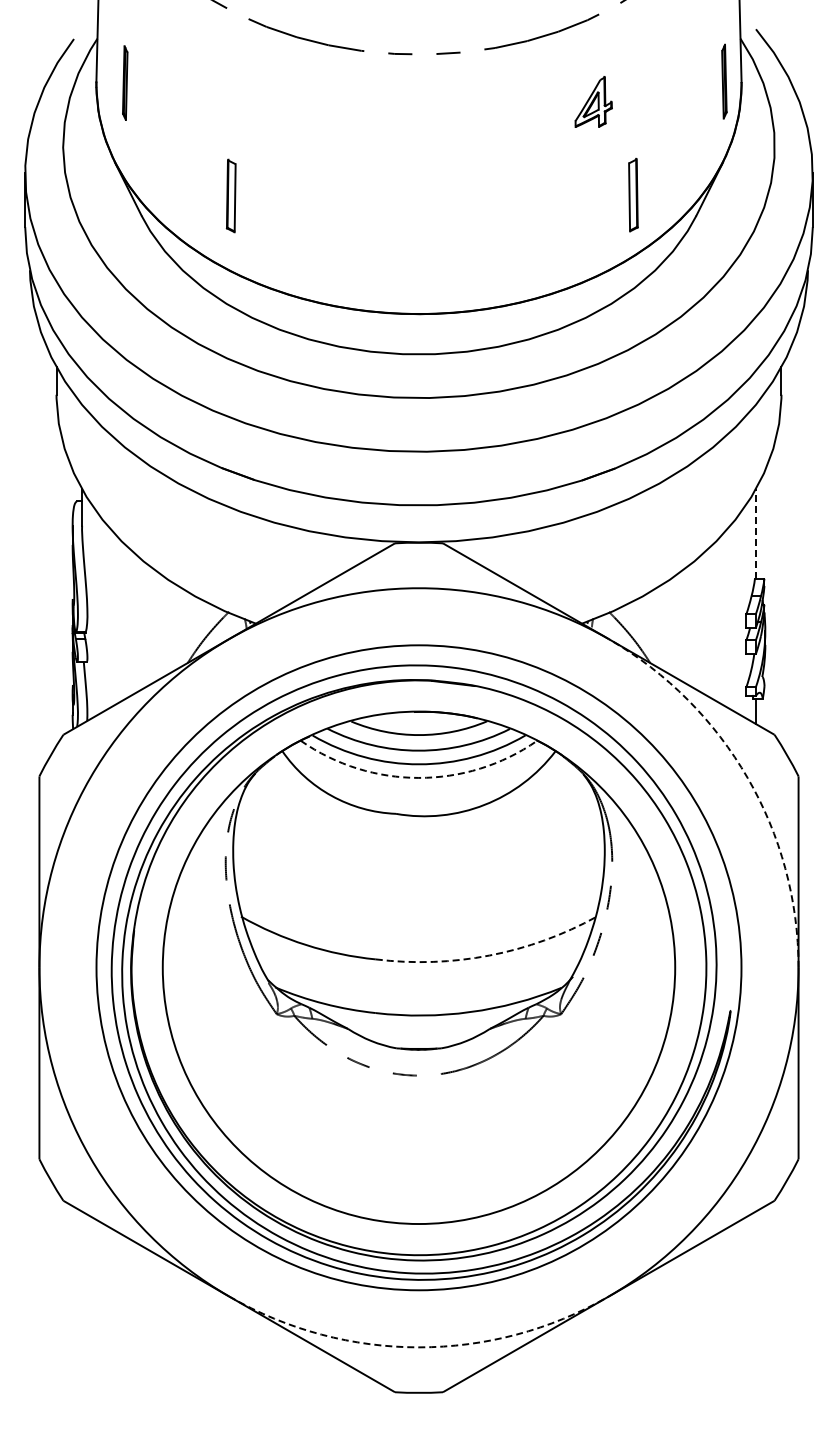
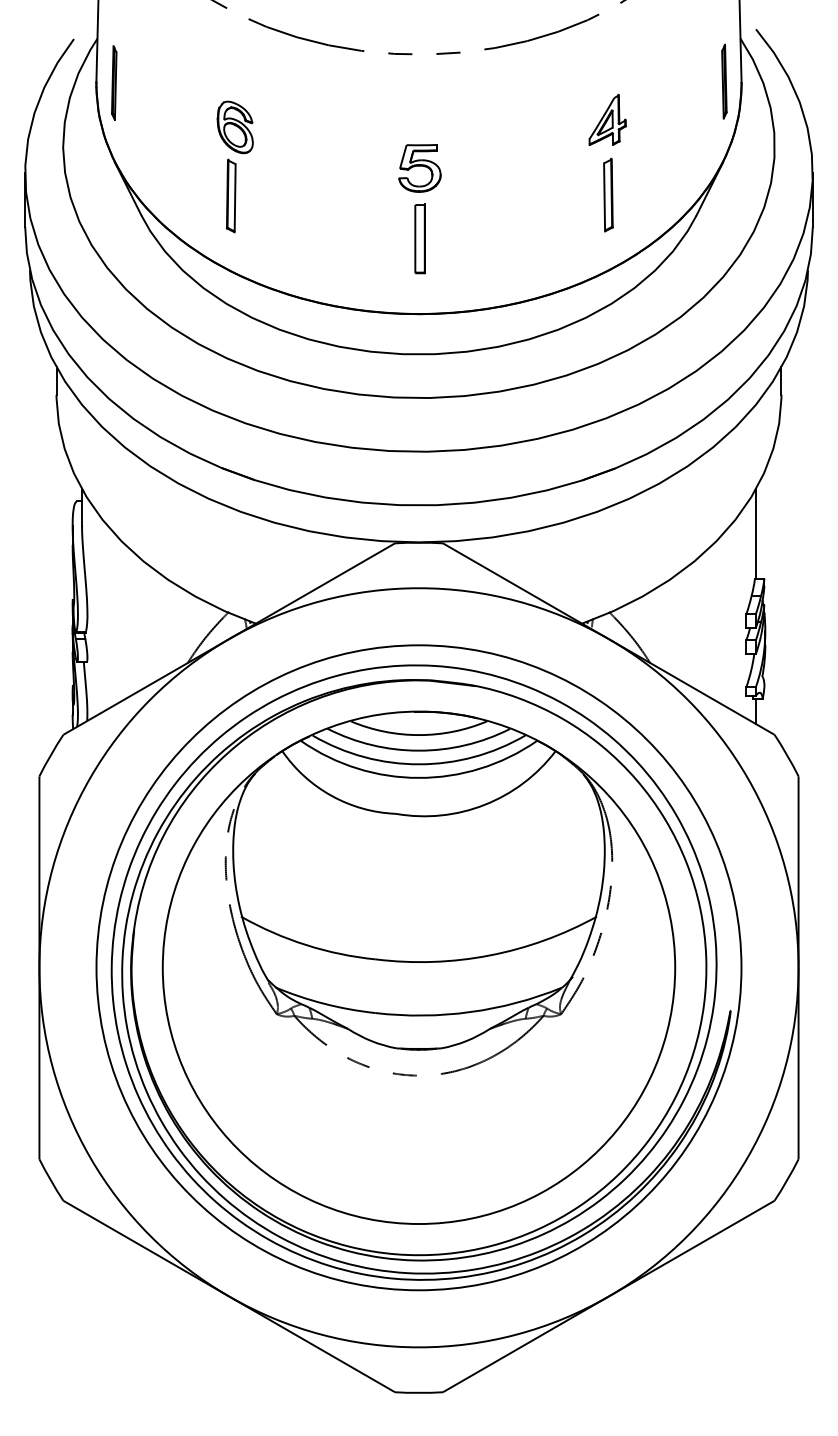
part at (125, 82) position: (125, 82) -> (114, 82)
part at (593, 101) position: (593, 101) -> (607, 119)
part at (234, 127): none -> present
part at (419, 168): none -> present
part at (633, 194) position: (633, 194) -> (608, 194)
part at (419, 238): none -> present
line at (755, 534): dashed -> solid
arc at (418, 777): dashed -> solid
arc at (747, 778): dashed -> solid
arc at (489, 955): dashed -> solid
arc at (419, 1347): dashed -> solid
